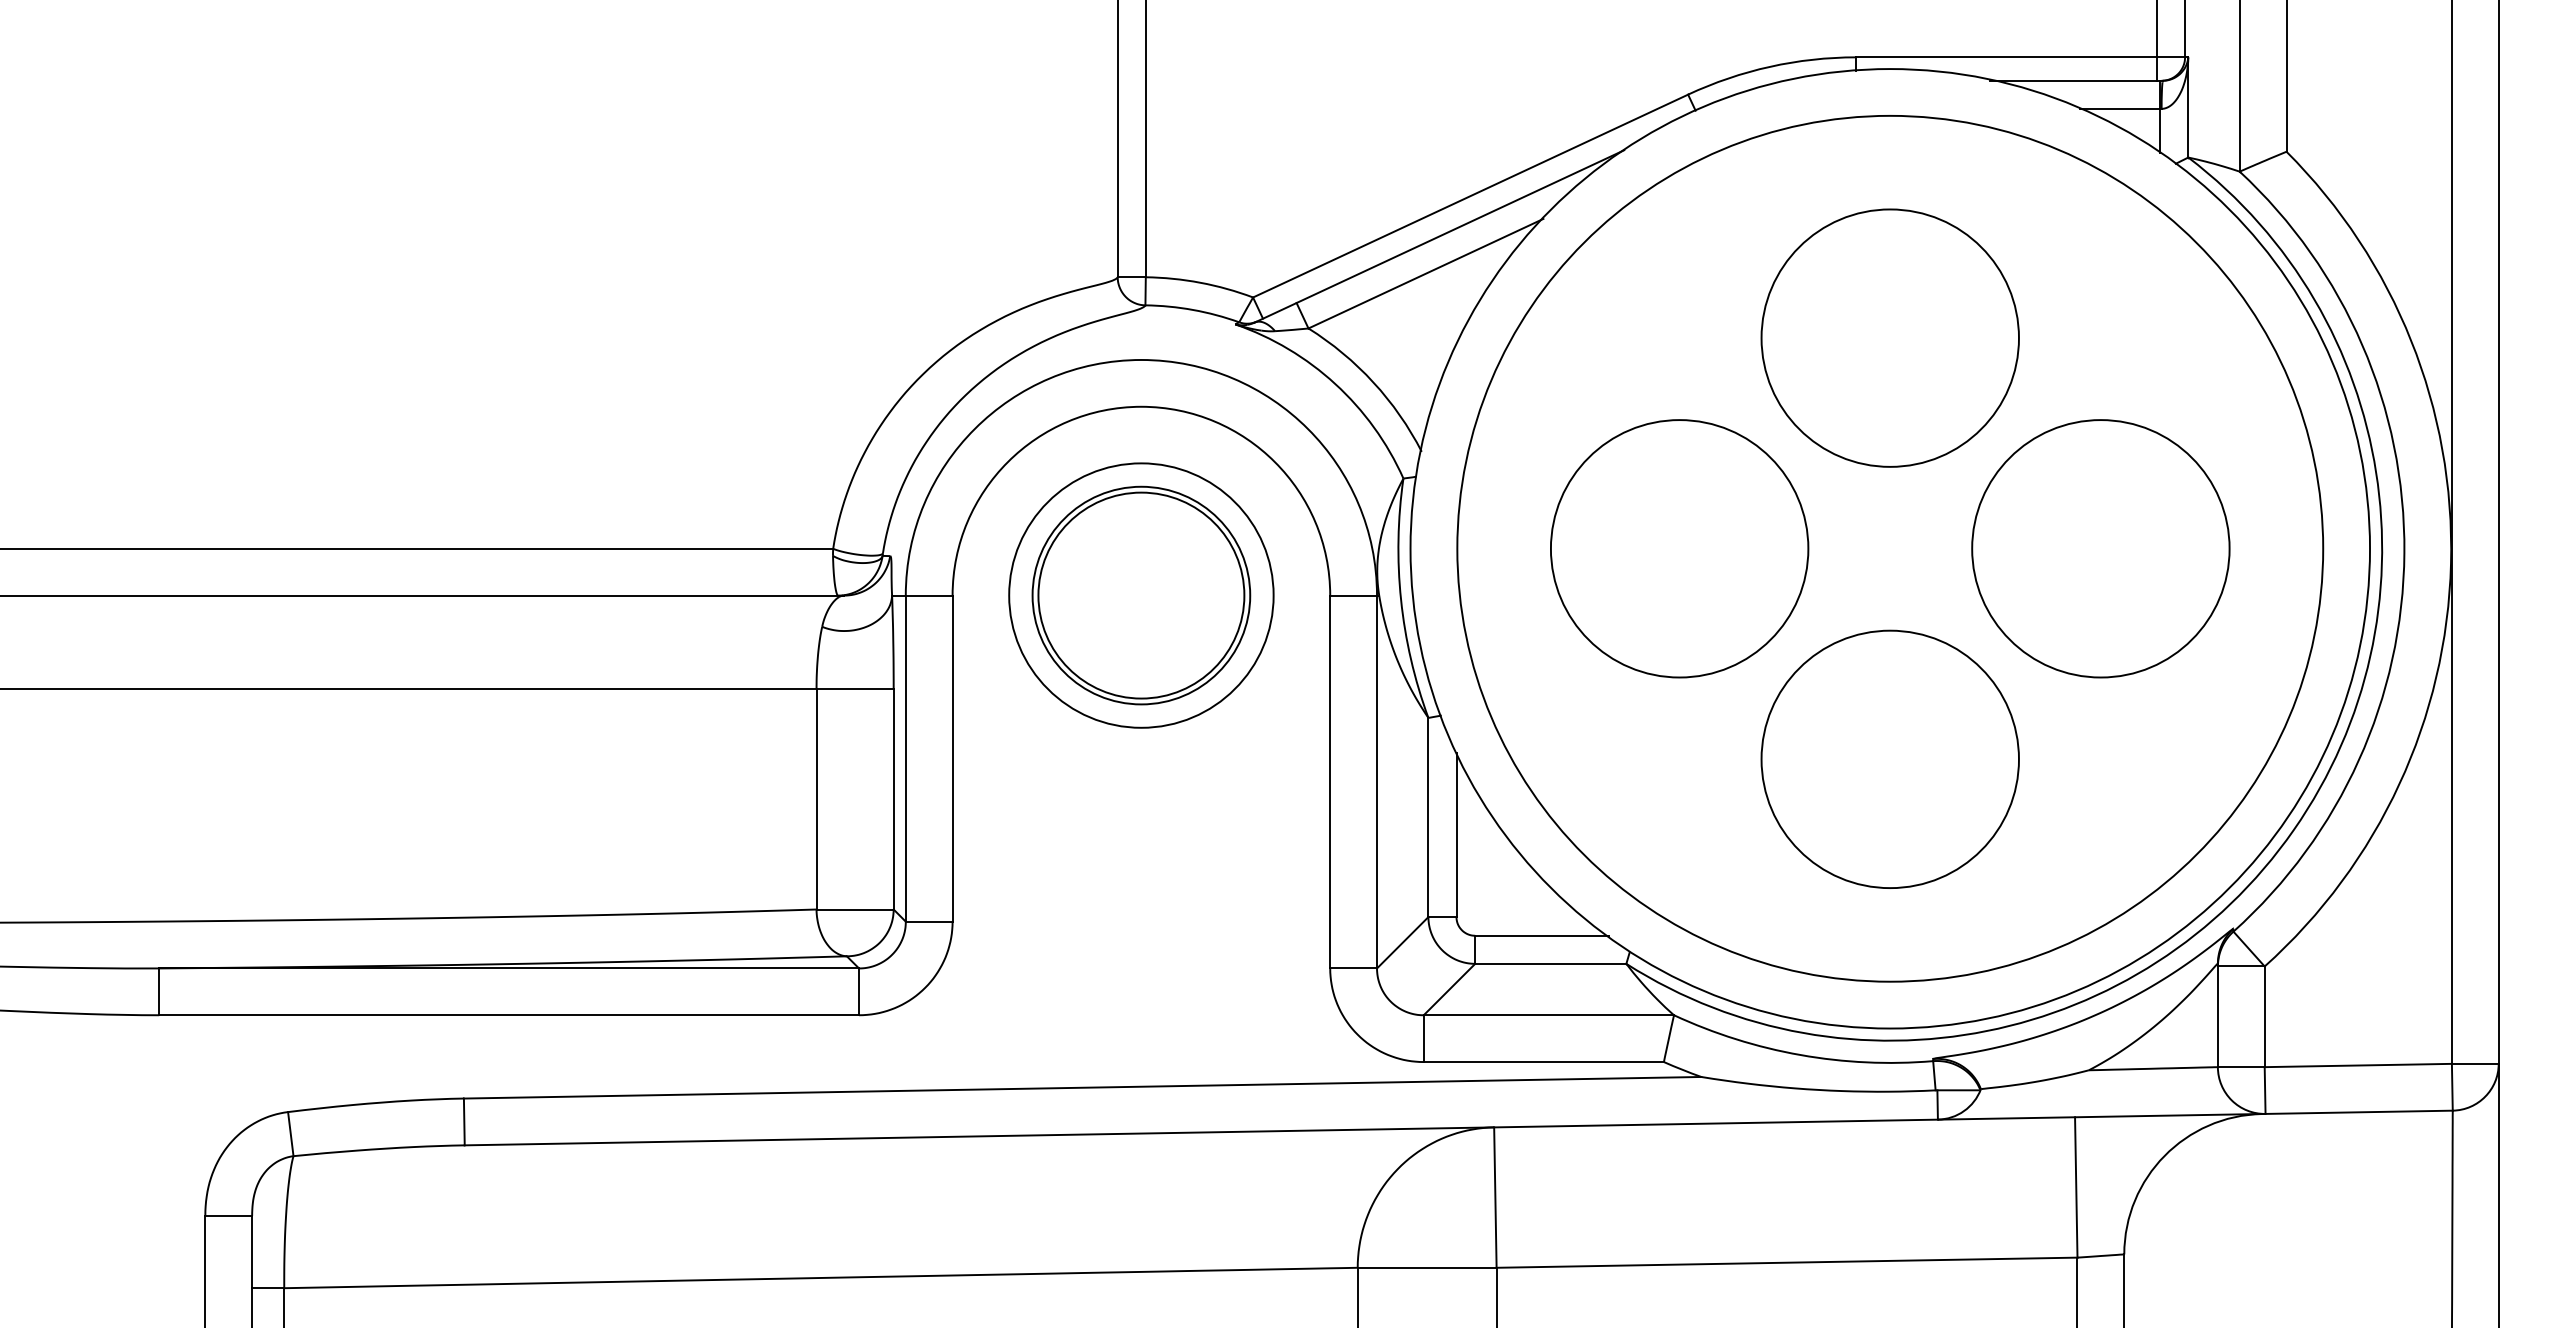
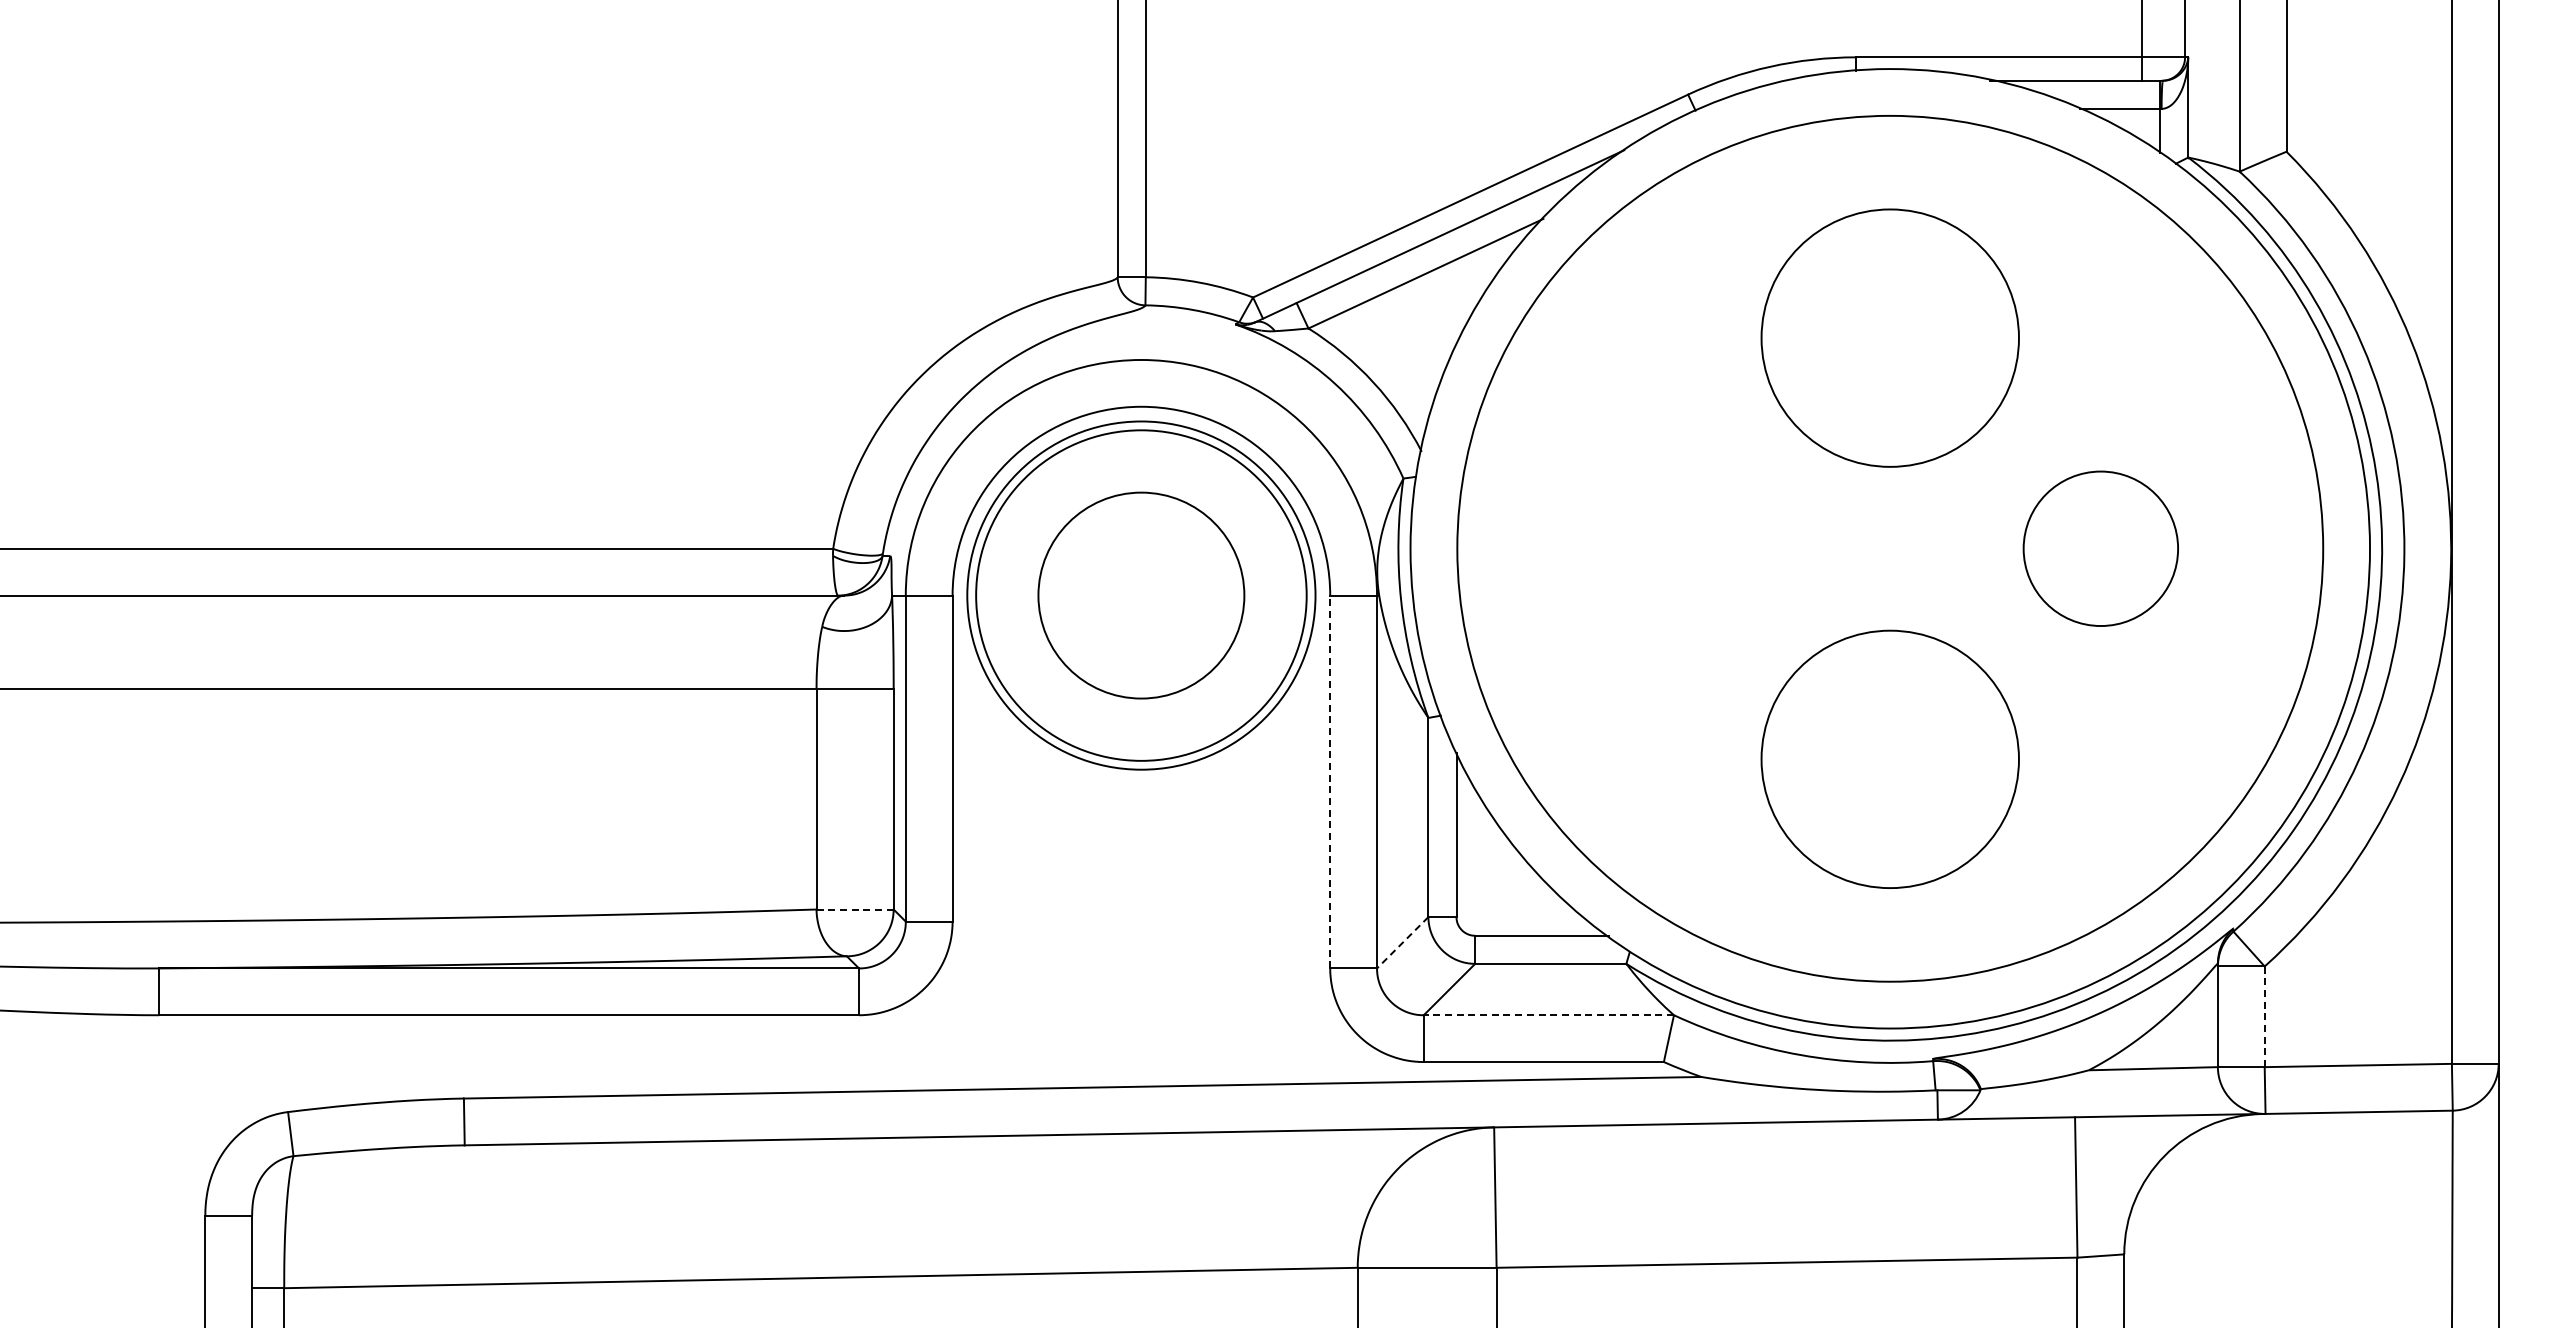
line at (2157, 41) position: (2157, 41) -> (2142, 41)
circle at (1679, 548): present -> none
circle at (2100, 548) diameter: 257 px -> 154 px
circle at (1141, 595) diameter: 218 px -> 348 px
circle at (1141, 595) diameter: 264 px -> 331 px
line at (1330, 781): solid -> dashed
line at (855, 909): solid -> dashed
line at (1402, 943): solid -> dashed
line at (1548, 1015): solid -> dashed
line at (2264, 1016): solid -> dashed
